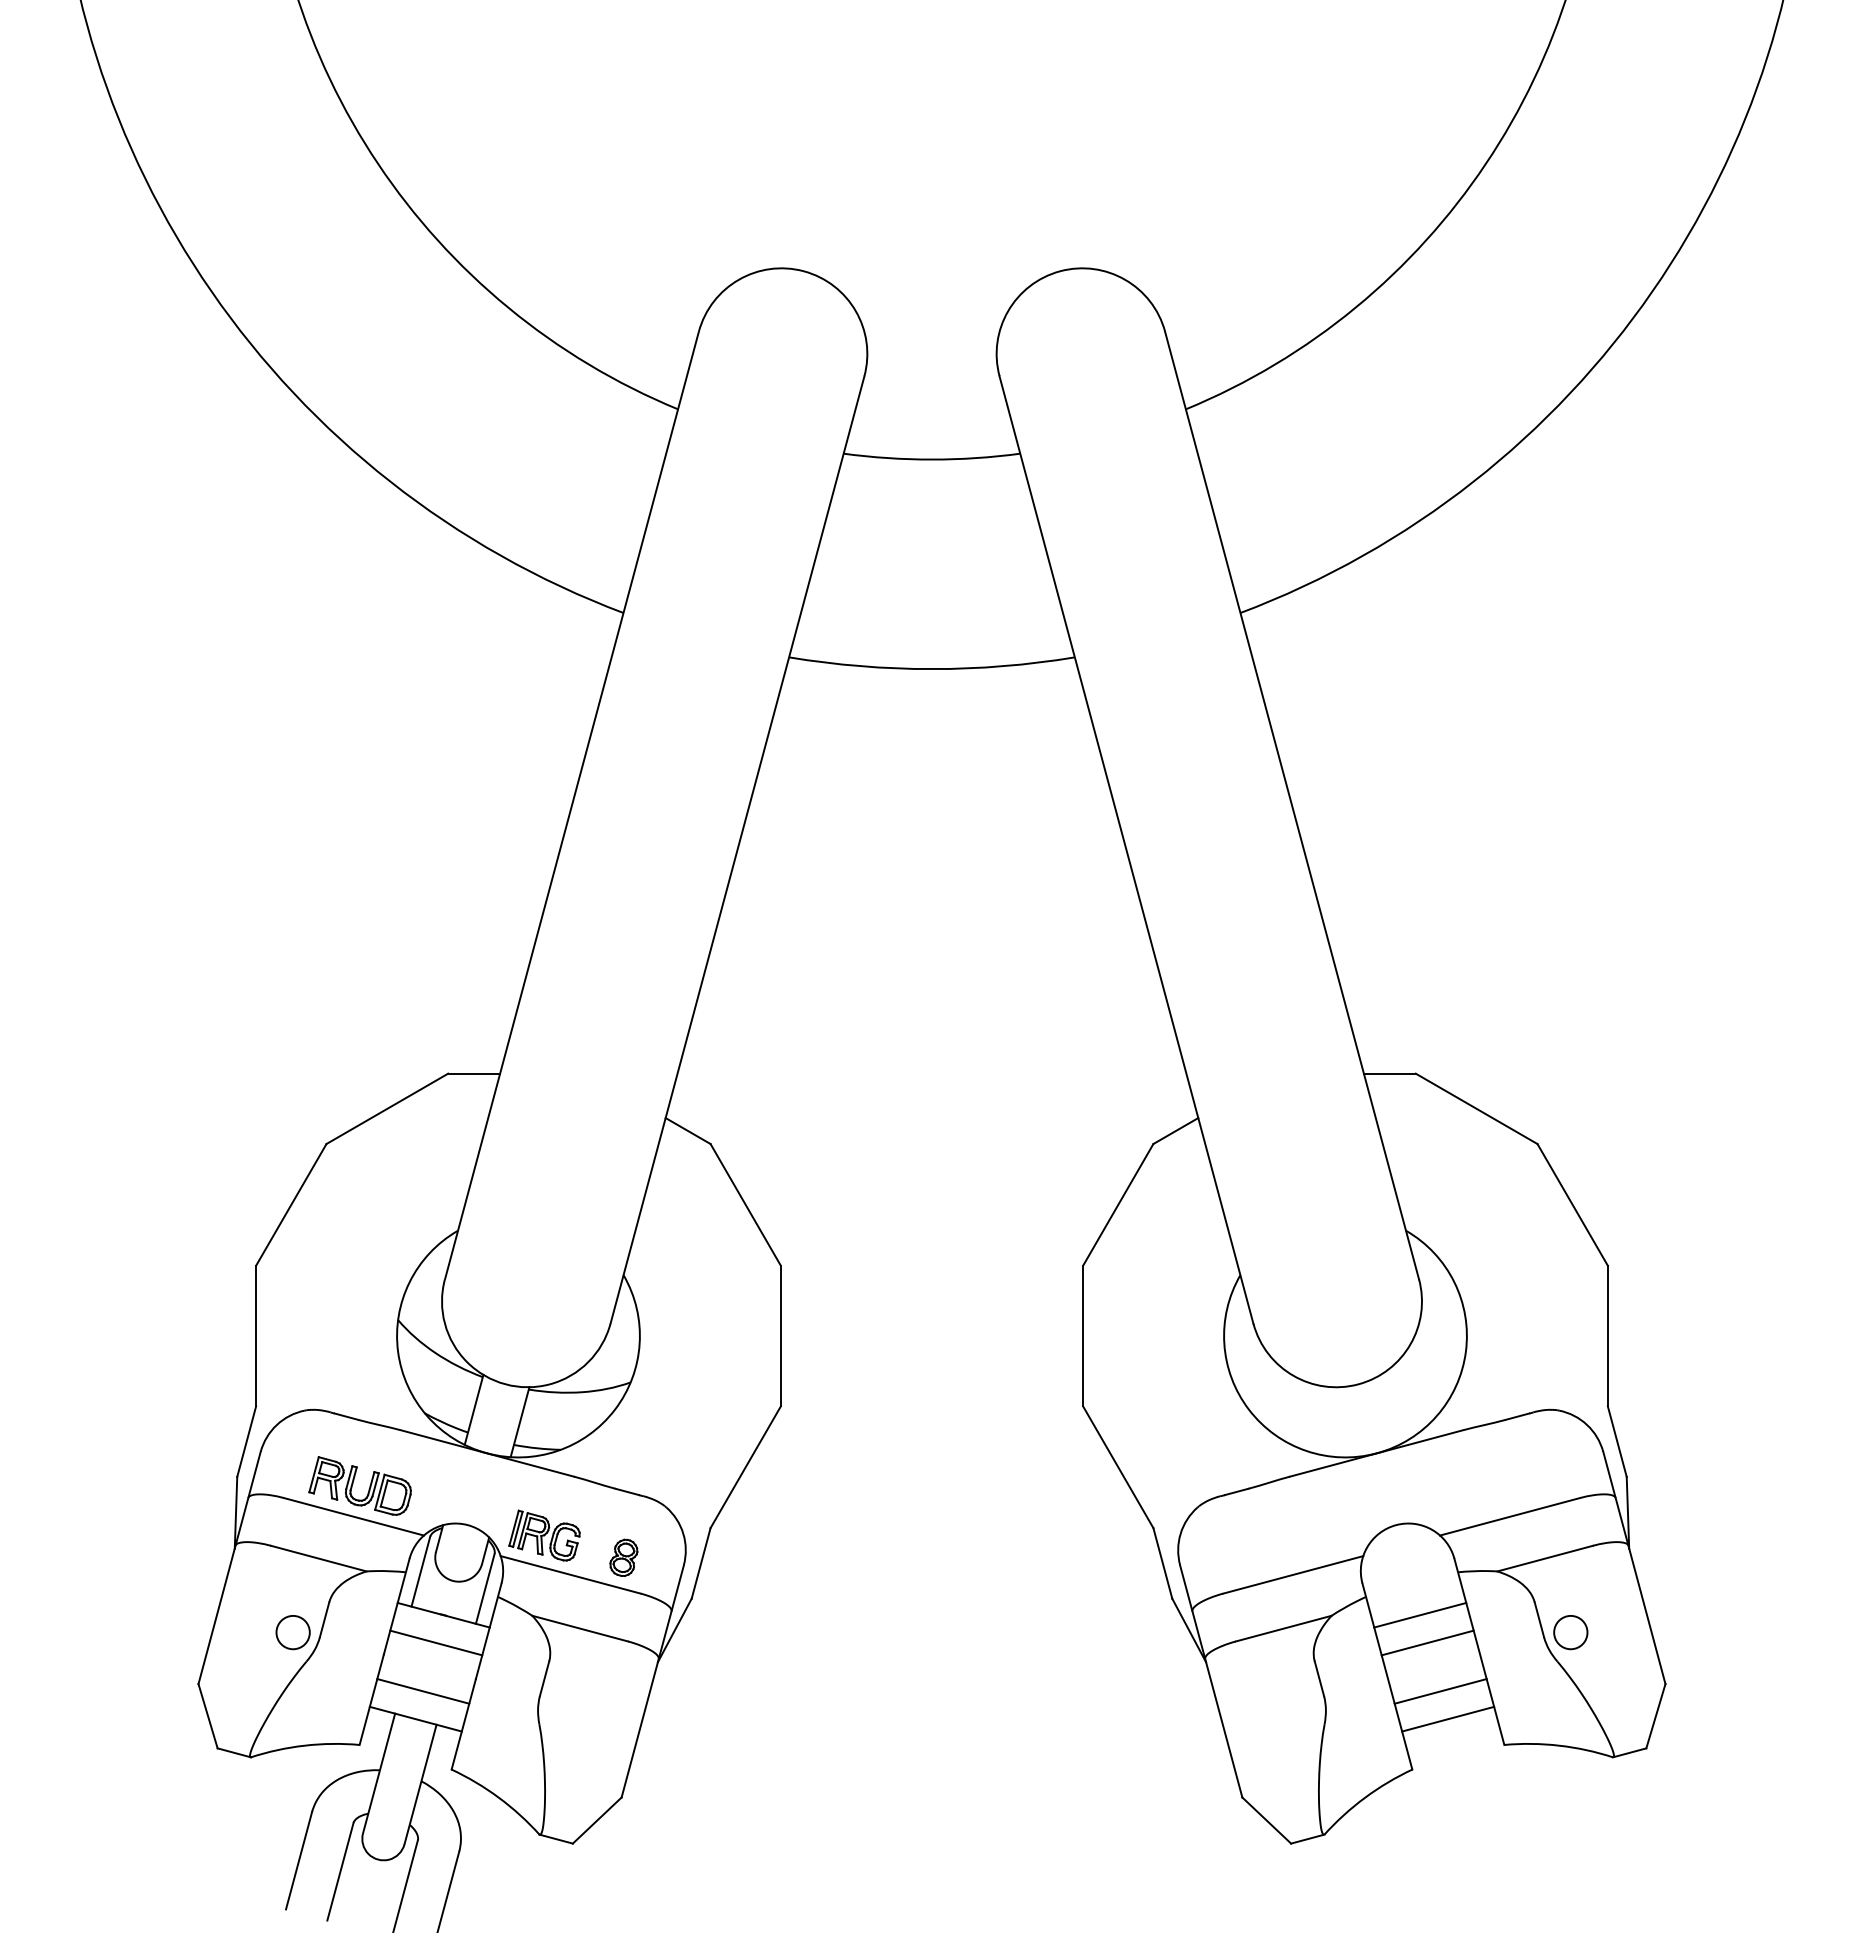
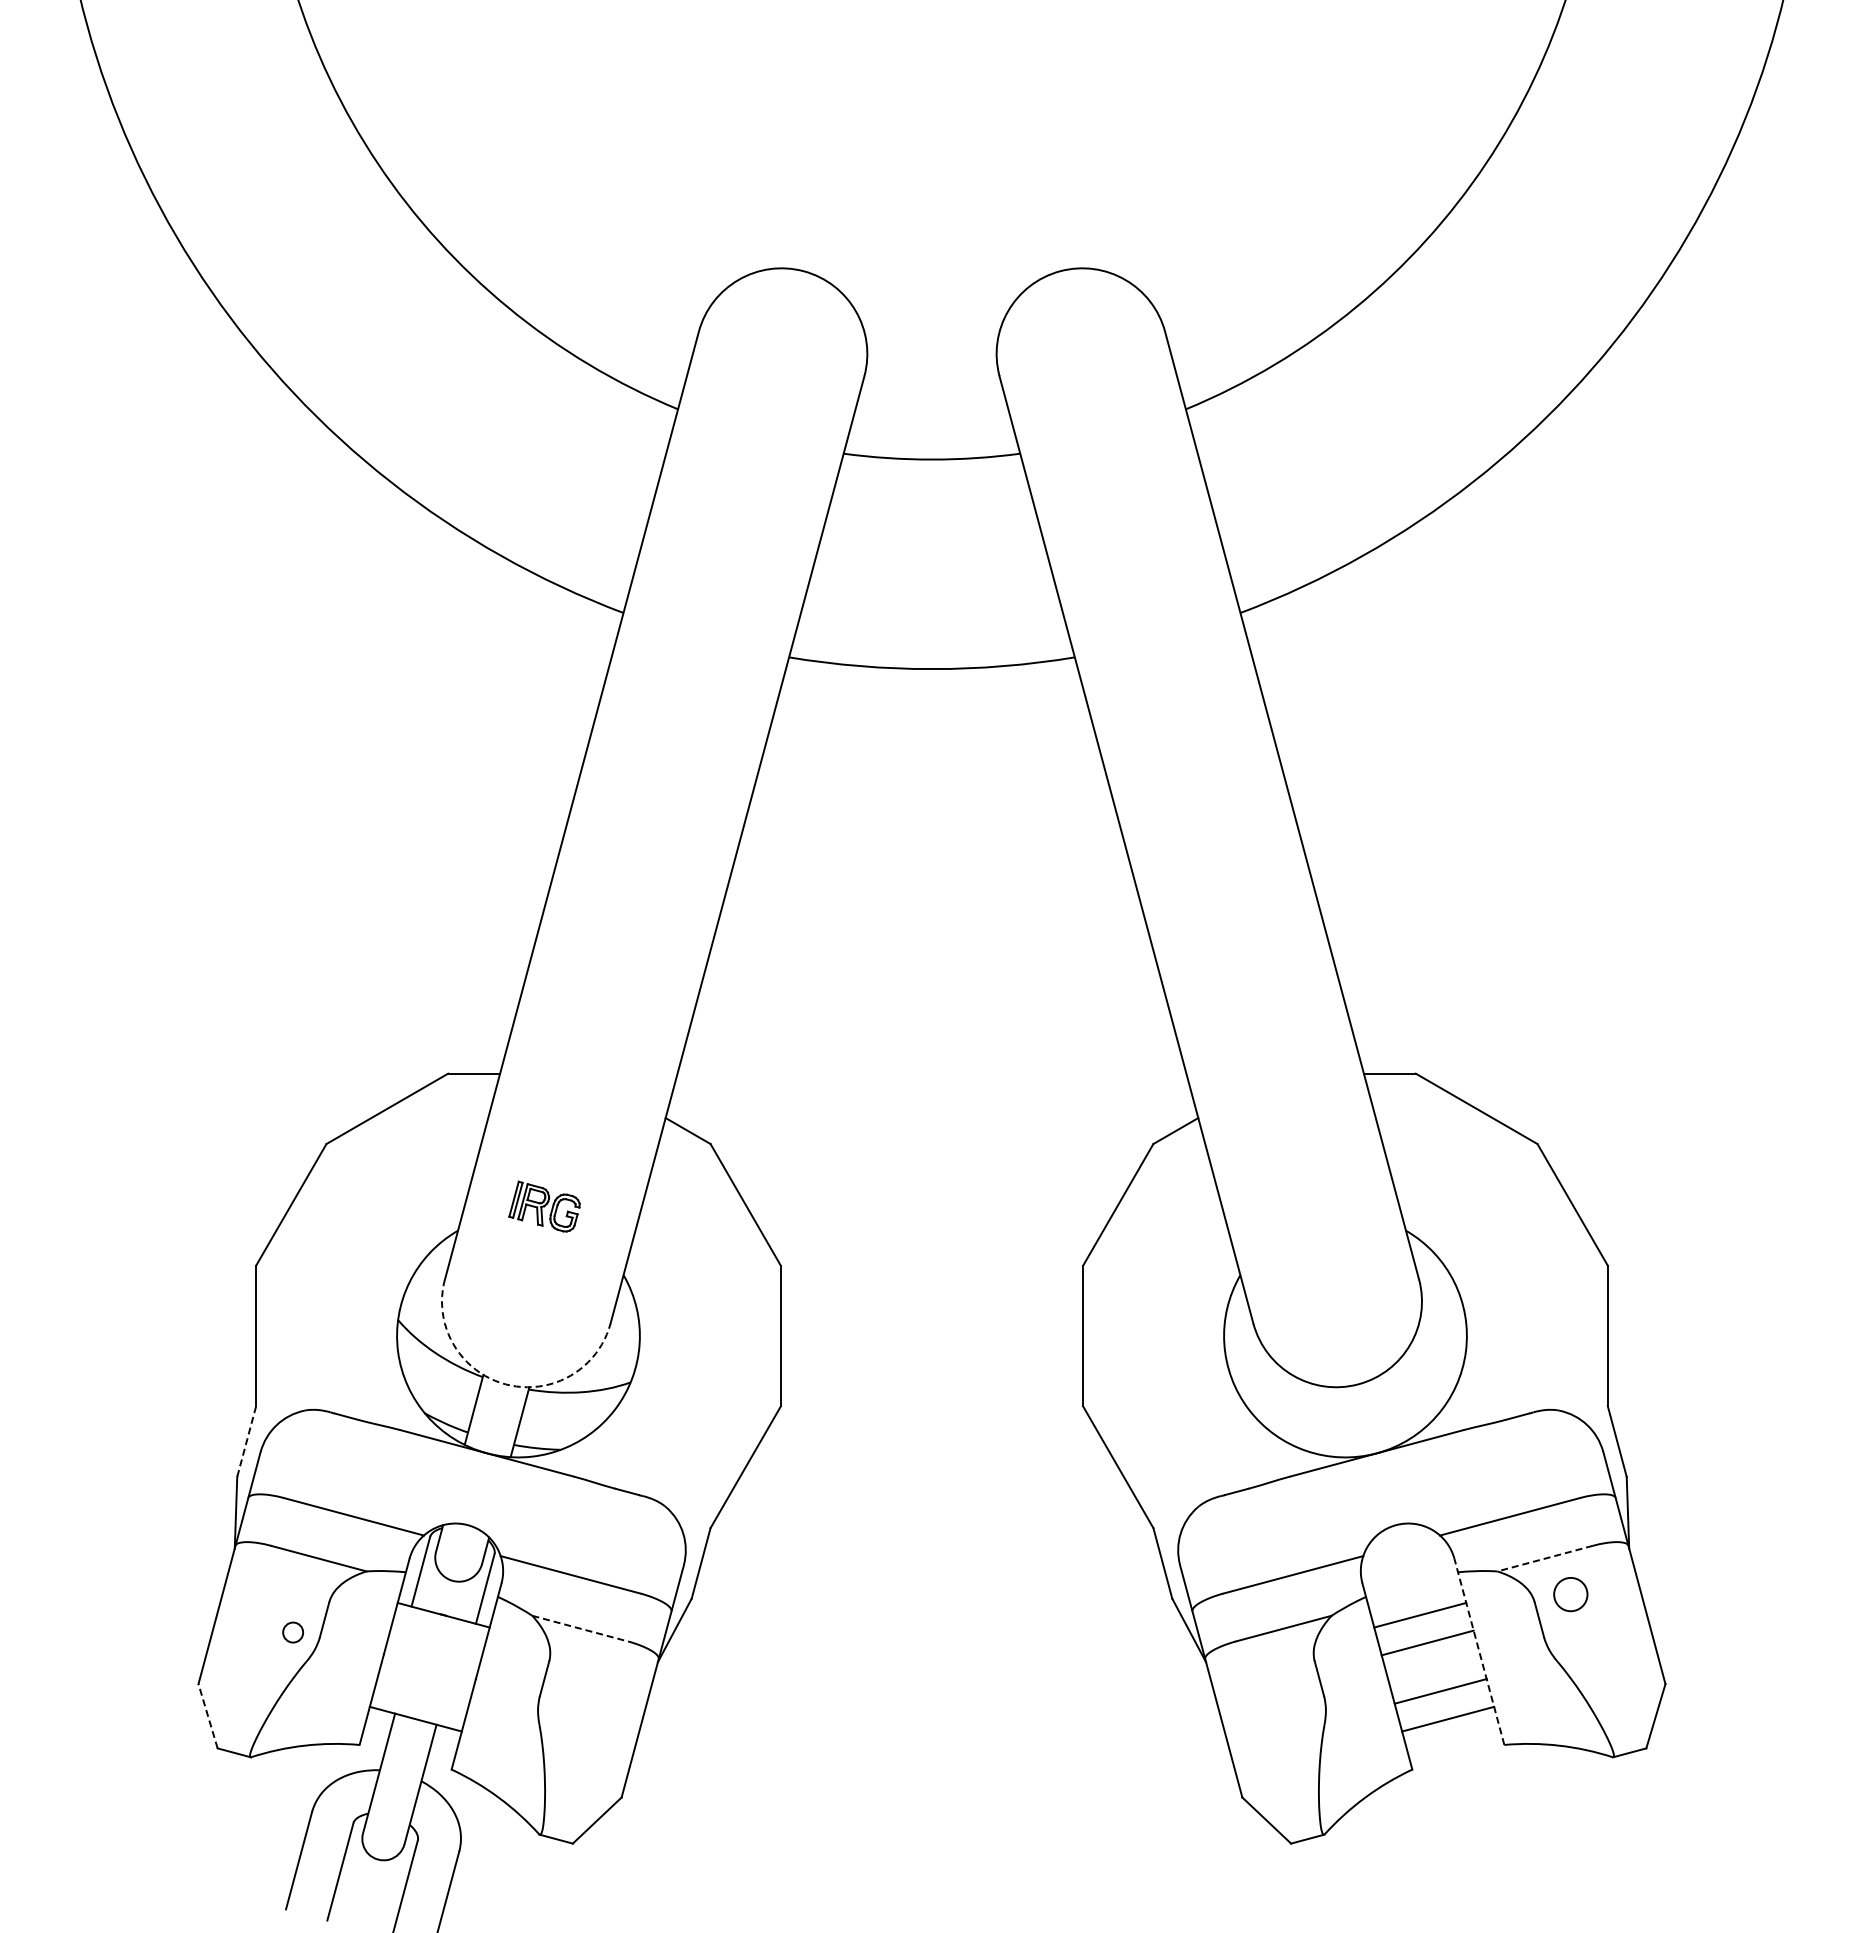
arc at (505, 1384): solid -> dashed
line at (246, 1441): solid -> dashed
part at (353, 1484): present -> none
part at (544, 1535) position: (544, 1535) -> (544, 1206)
part at (623, 1557): present -> none
line at (1544, 1558): solid -> dashed
line at (580, 1628): solid -> dashed
circle at (292, 1632) diameter: 33 px -> 20 px
circle at (1570, 1632) position: (1570, 1632) -> (1570, 1594)
line at (436, 1642): present -> none
line at (1479, 1651): solid -> dashed
line at (423, 1691): present -> none
line at (208, 1716): solid -> dashed
